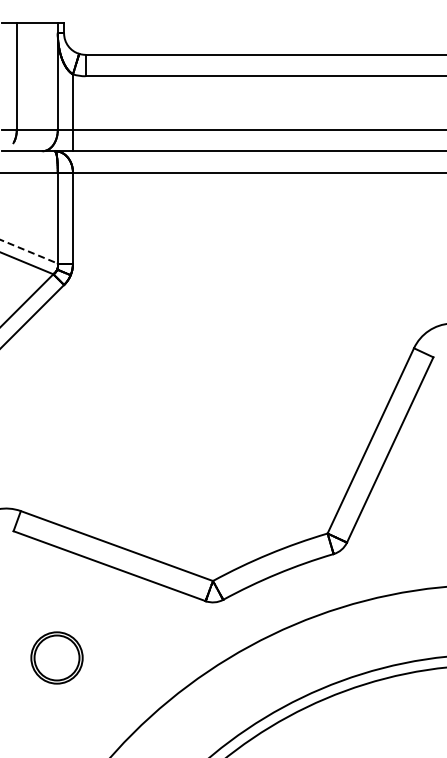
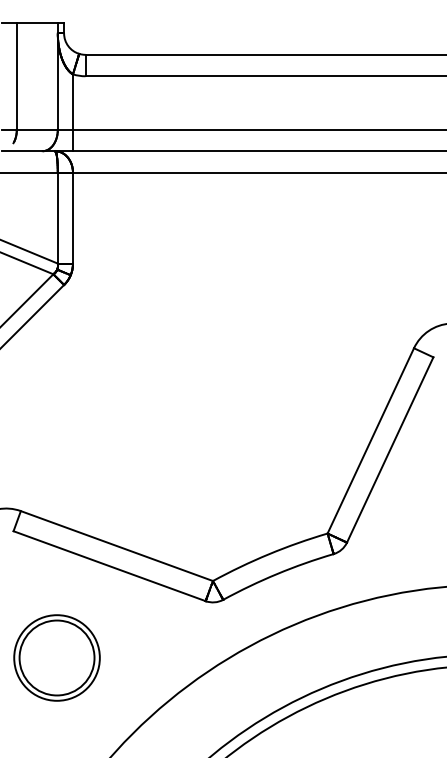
line at (29, 251): dashed -> solid
part at (56, 657) size: 54x54 px -> 88x88 px
